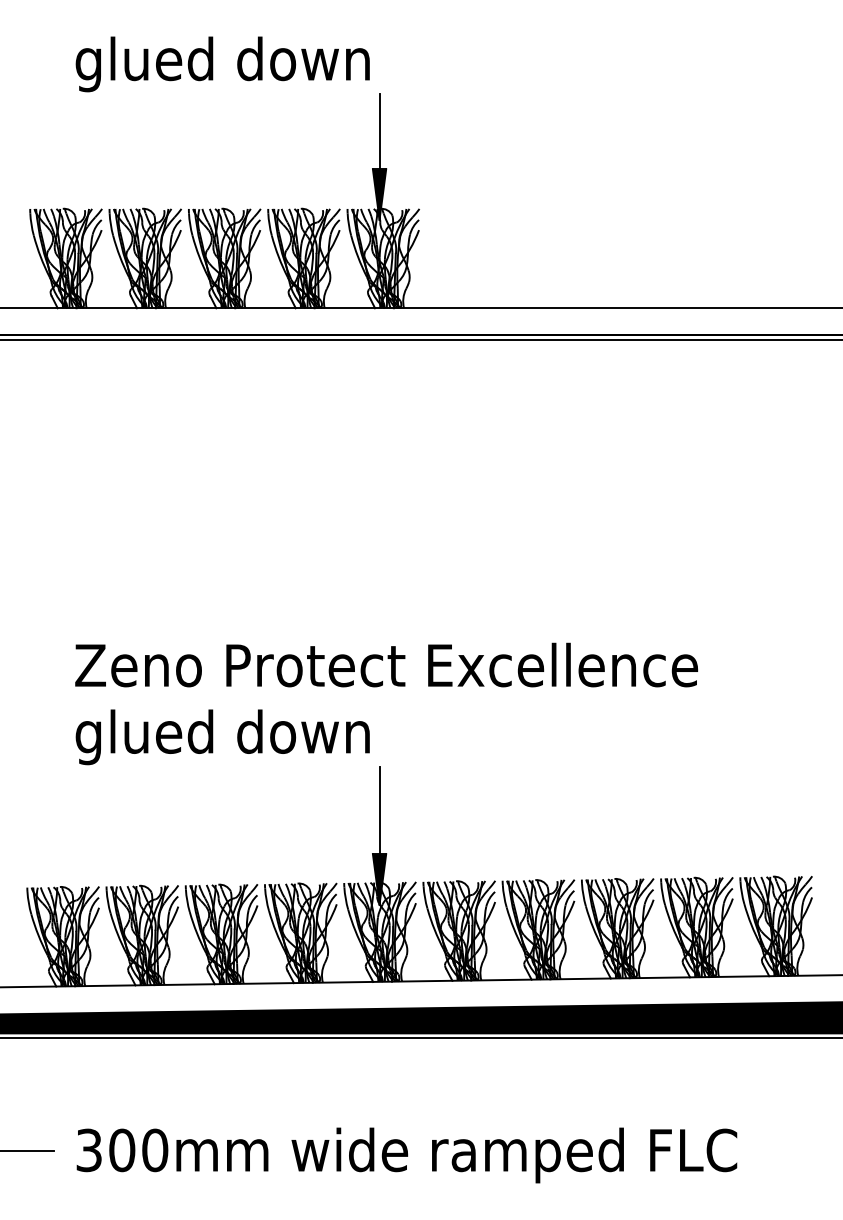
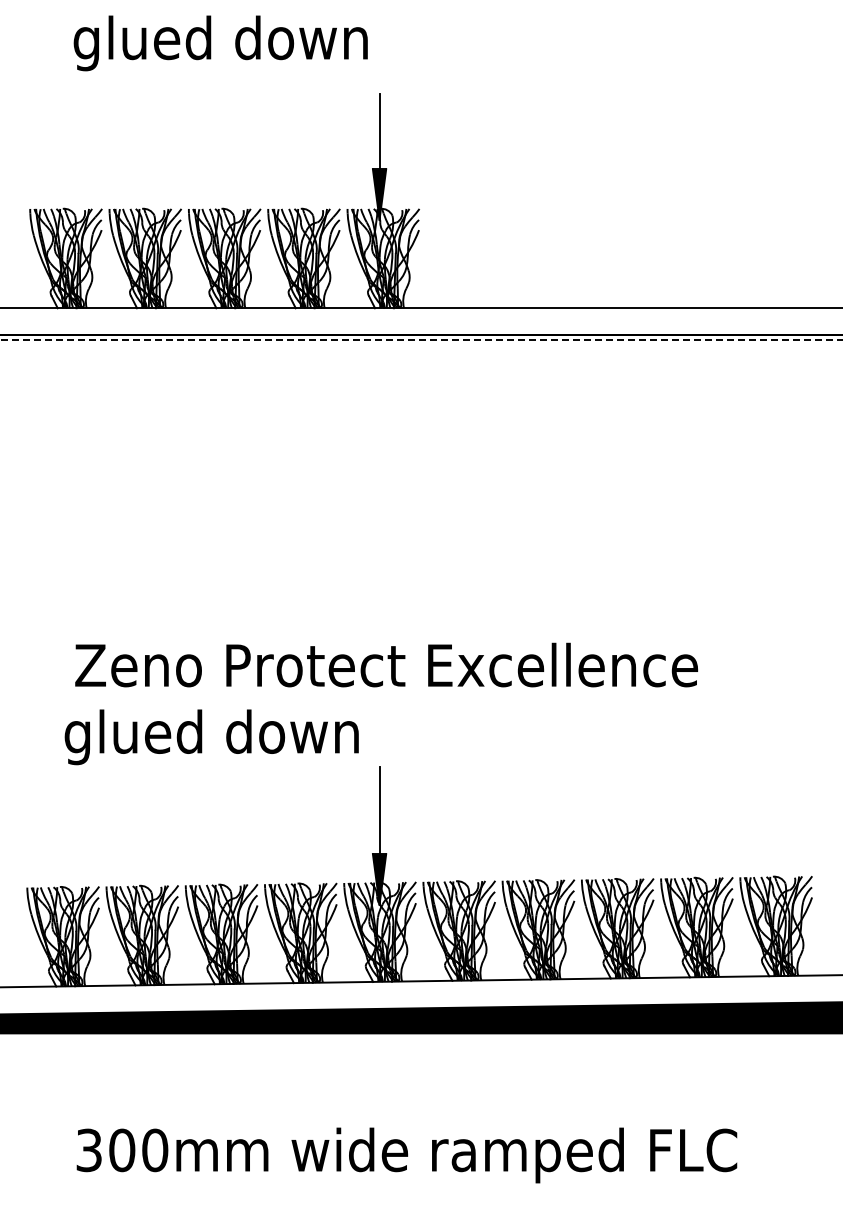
text at (222, 64) position: (222, 64) -> (220, 43)
line at (421, 339): solid -> dashed
text at (222, 737) position: (222, 737) -> (211, 737)
line at (420, 1037): present -> none
line at (27, 1151): present -> none
